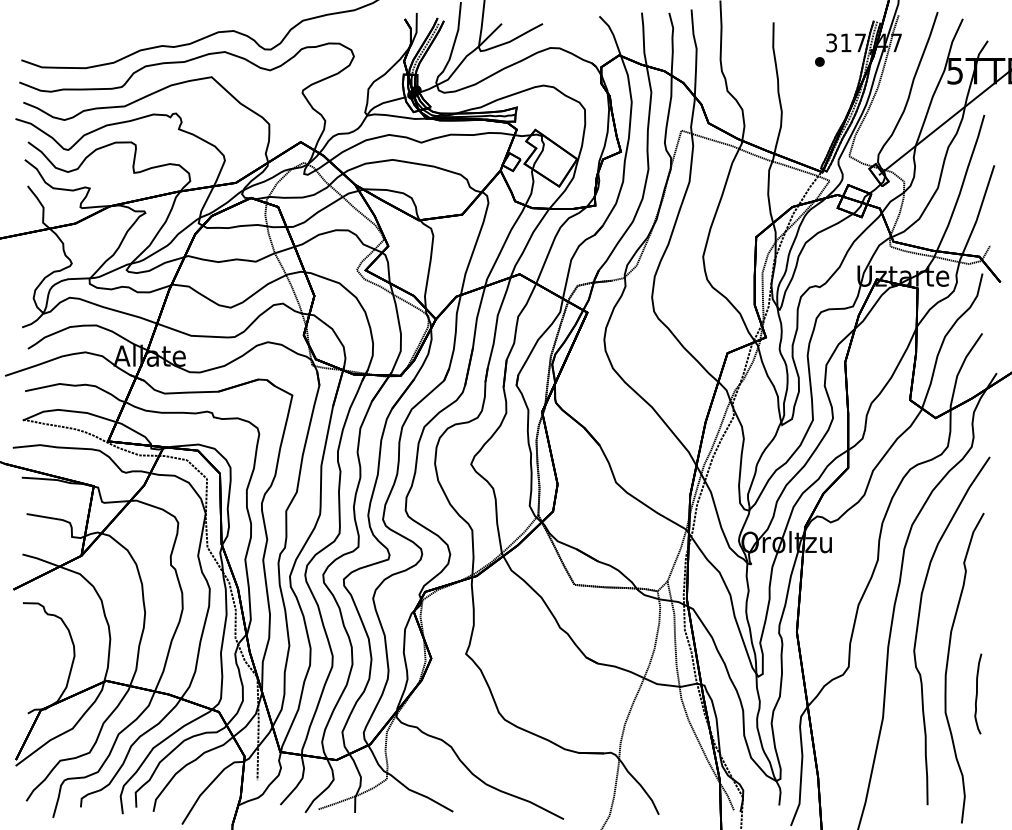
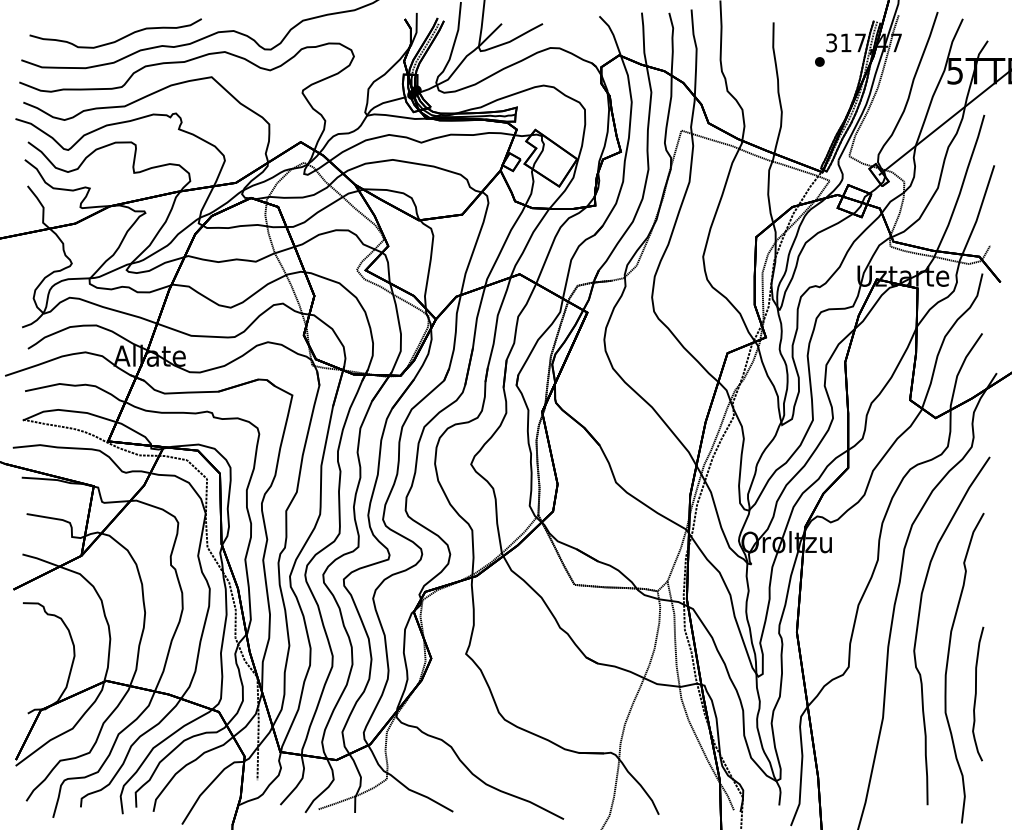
curve at (117, 39): none -> present
part at (978, 693) size: 9x82 px -> 13x136 px
